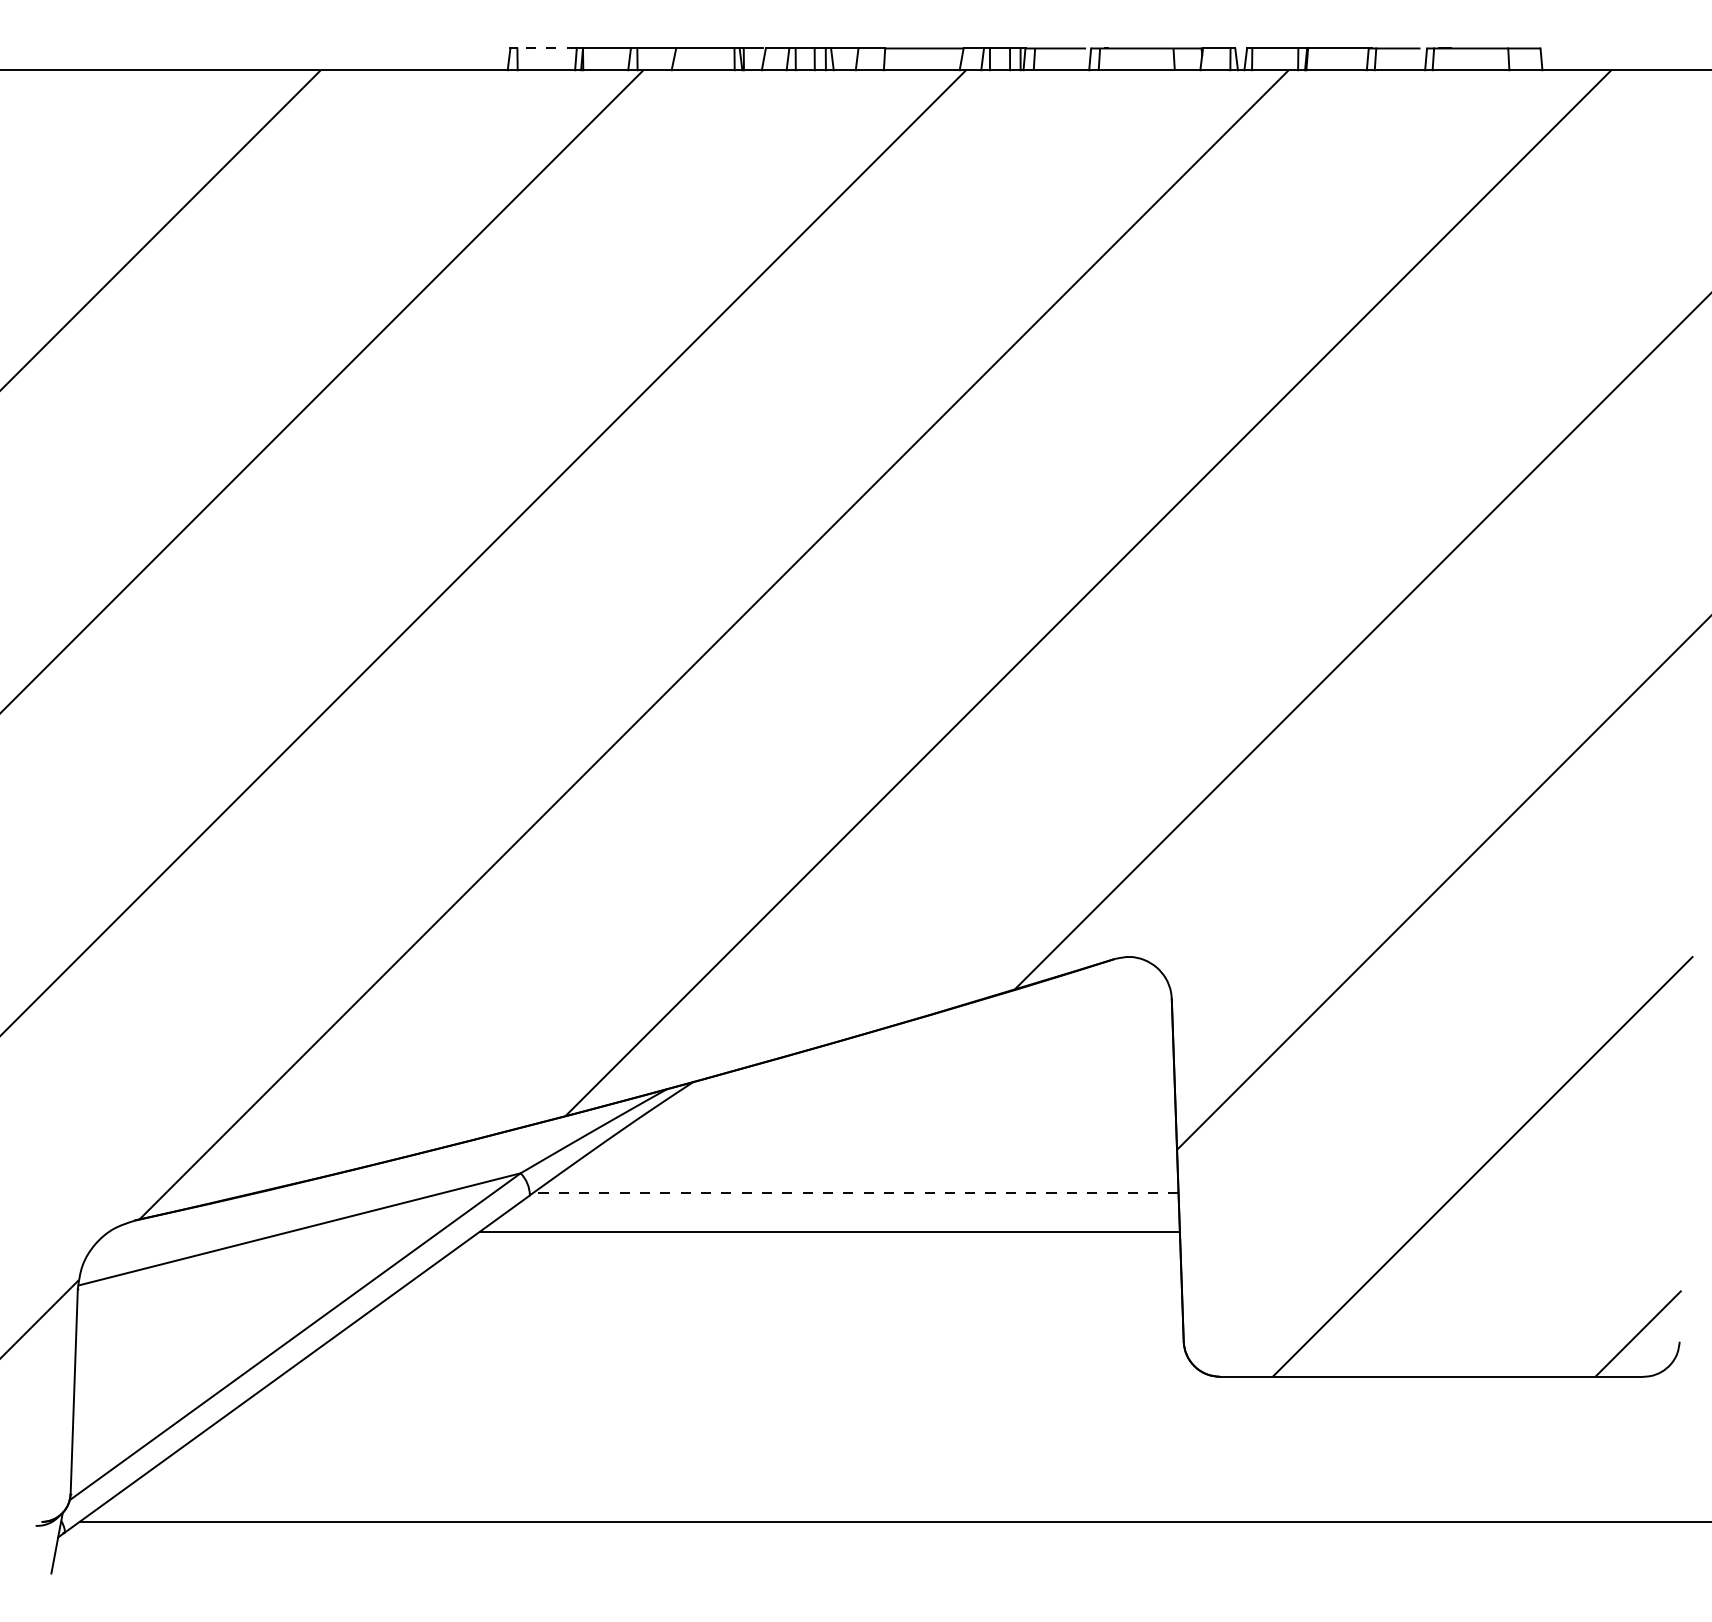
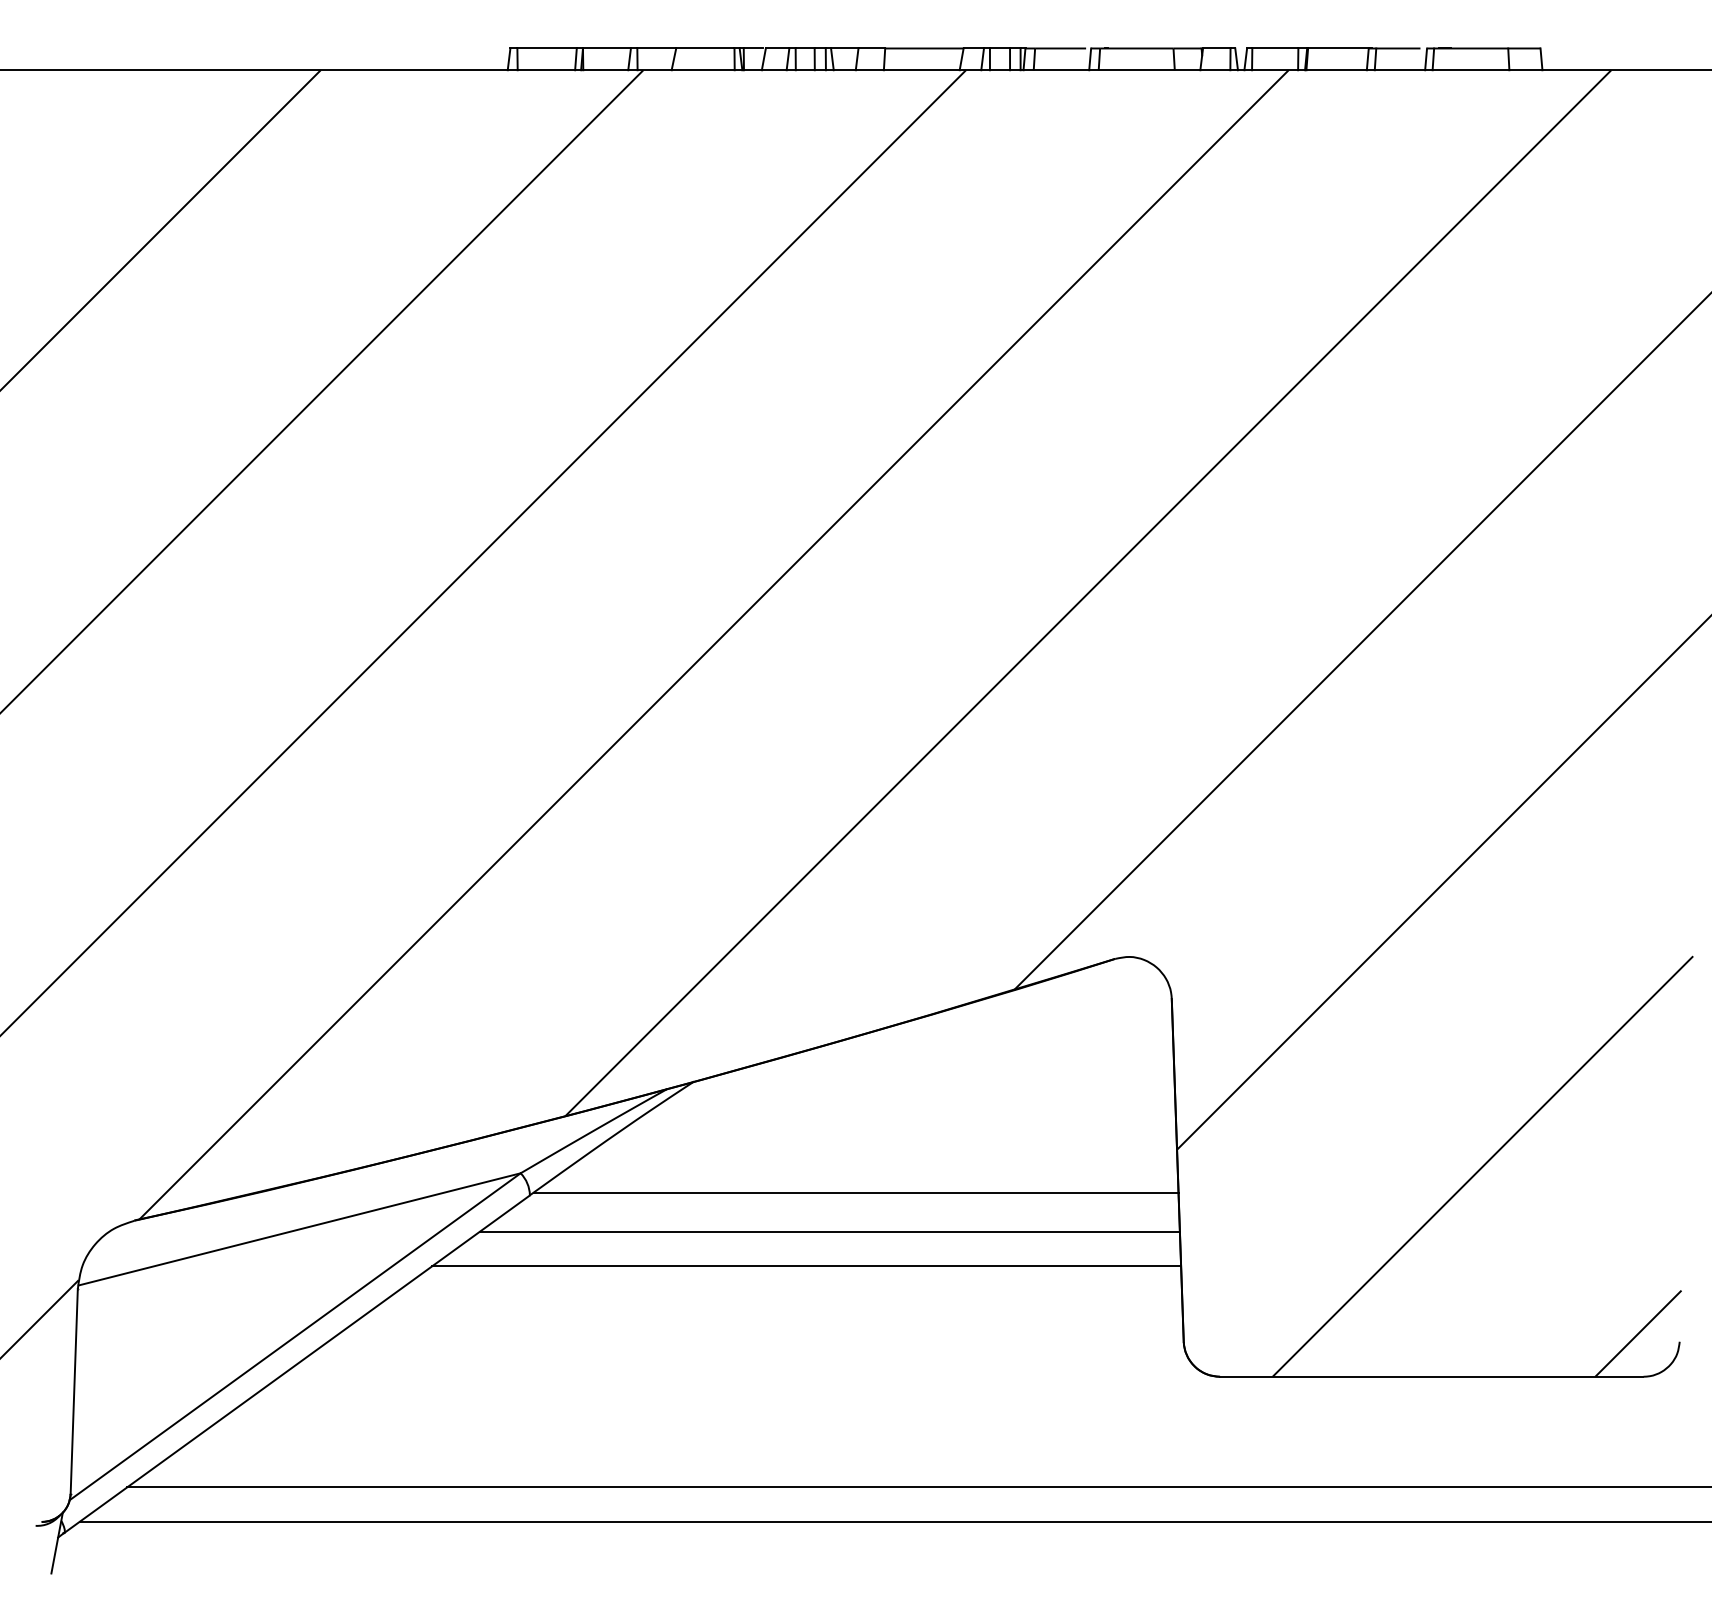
line at (547, 48): dashed -> solid
line at (855, 1192): dashed -> solid
line at (806, 1266): none -> present
line at (917, 1487): none -> present
